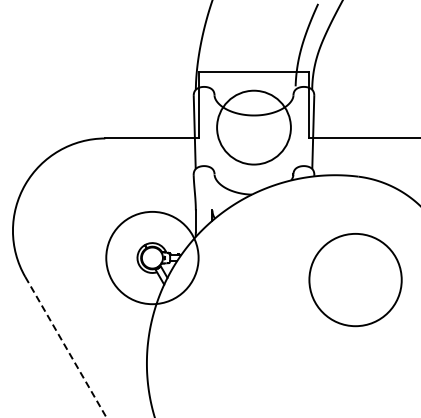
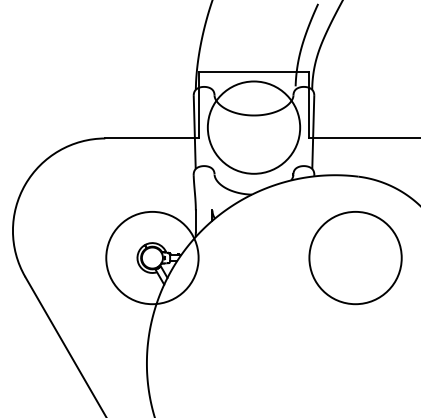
circle at (253, 127) diameter: 74 px -> 92 px
circle at (355, 280) position: (355, 280) -> (355, 258)
line at (66, 347): dashed -> solid
